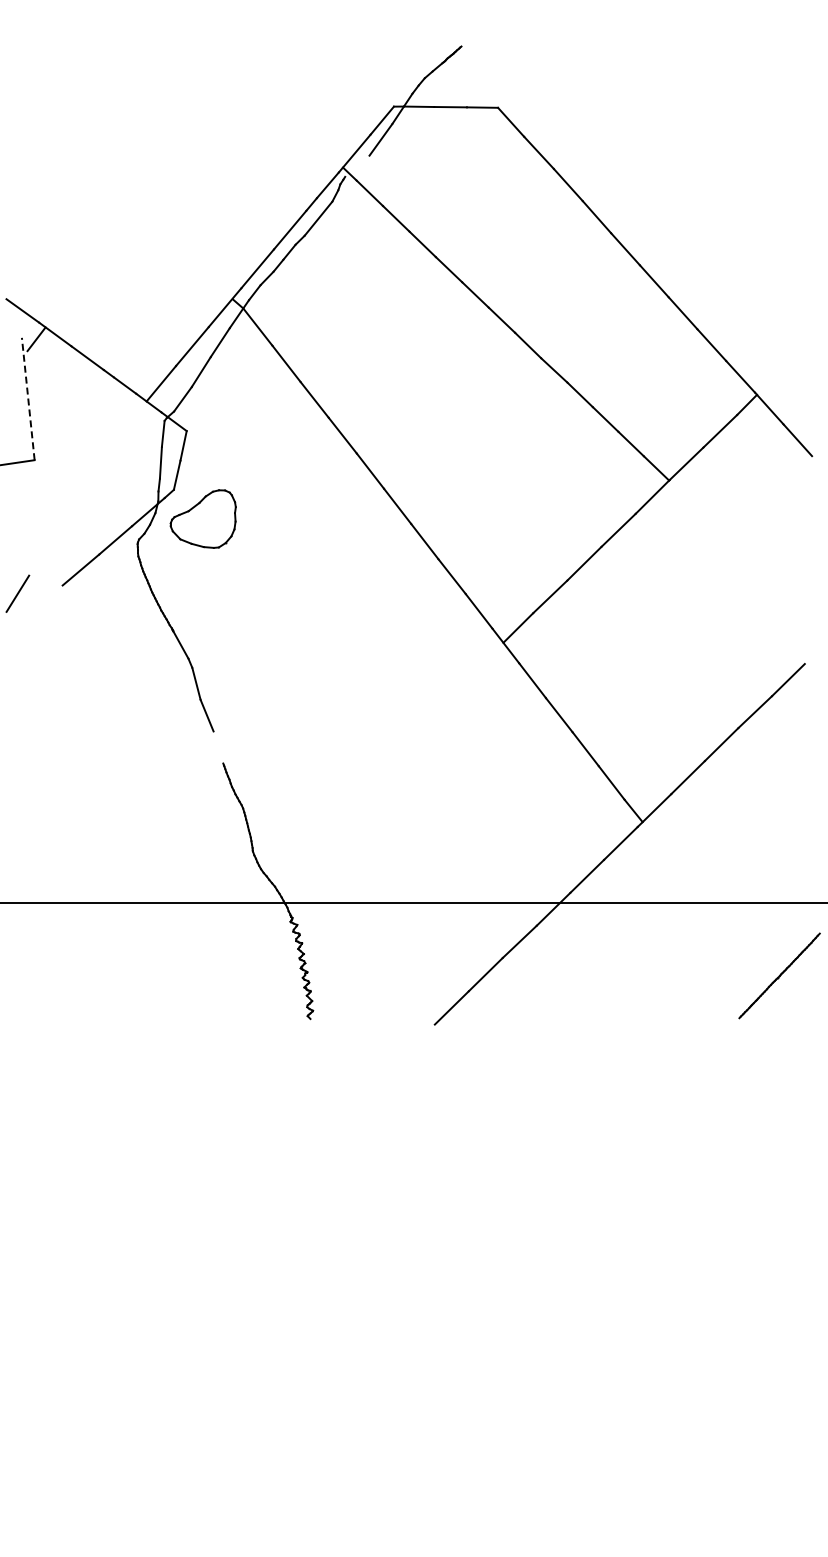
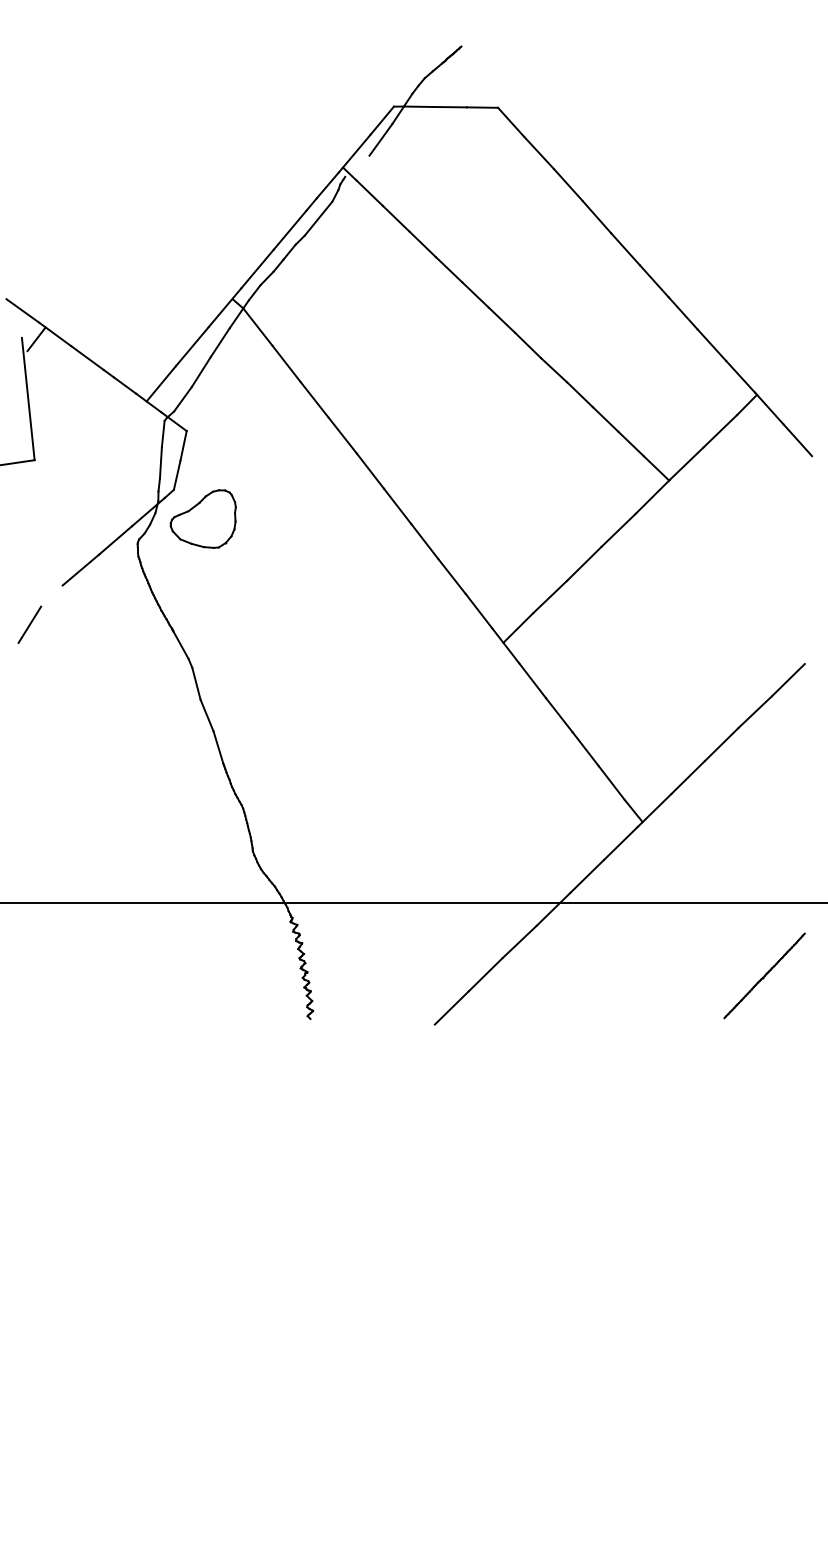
line at (28, 398): dashed -> solid
line at (17, 593) position: (17, 593) -> (29, 624)
line at (218, 747): none -> present
line at (779, 975) position: (779, 975) -> (764, 975)
